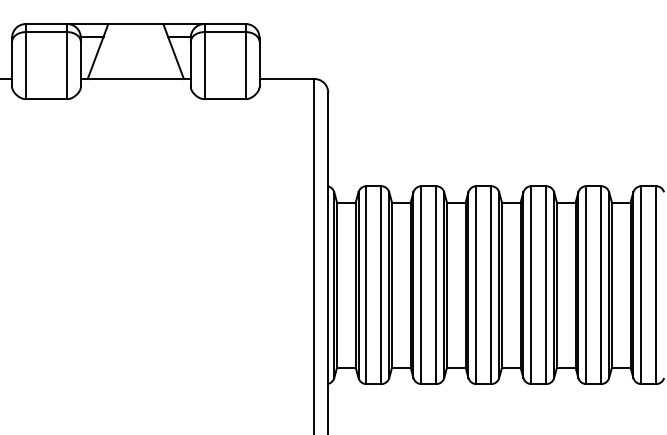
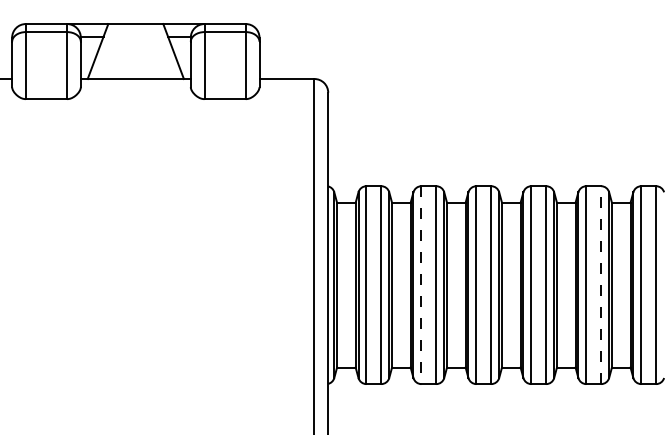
line at (421, 285): solid -> dashed
line at (601, 285): solid -> dashed
